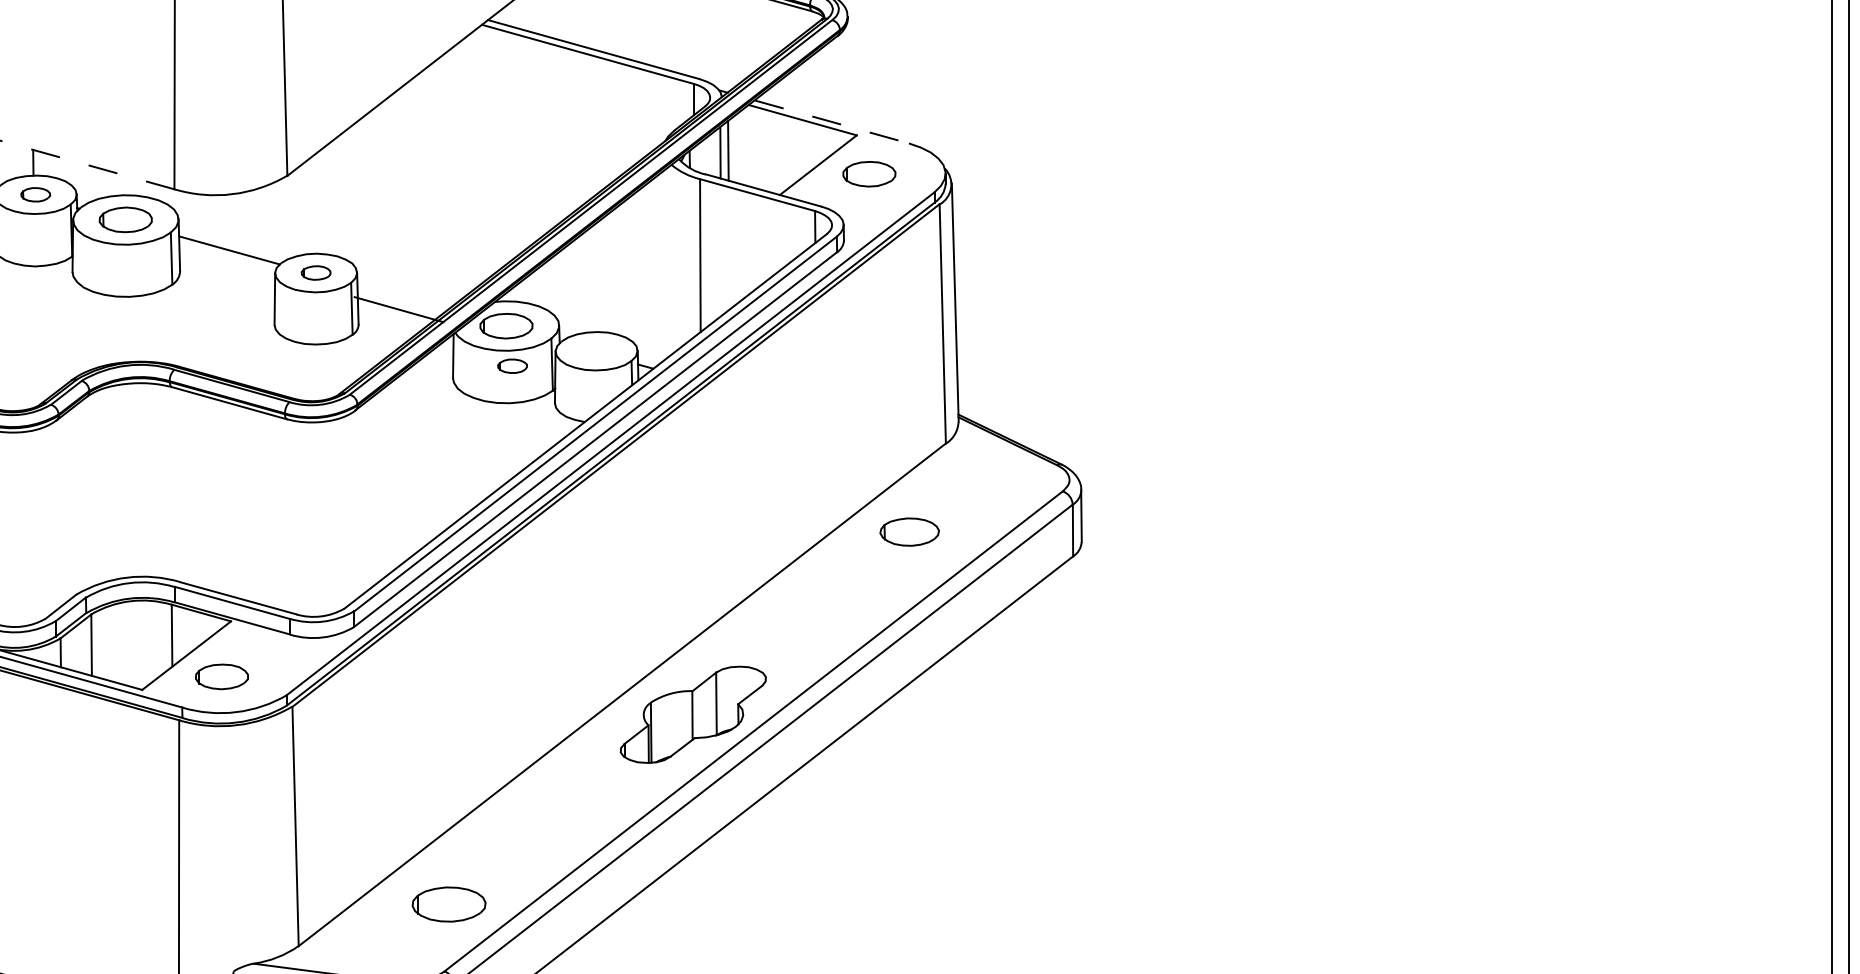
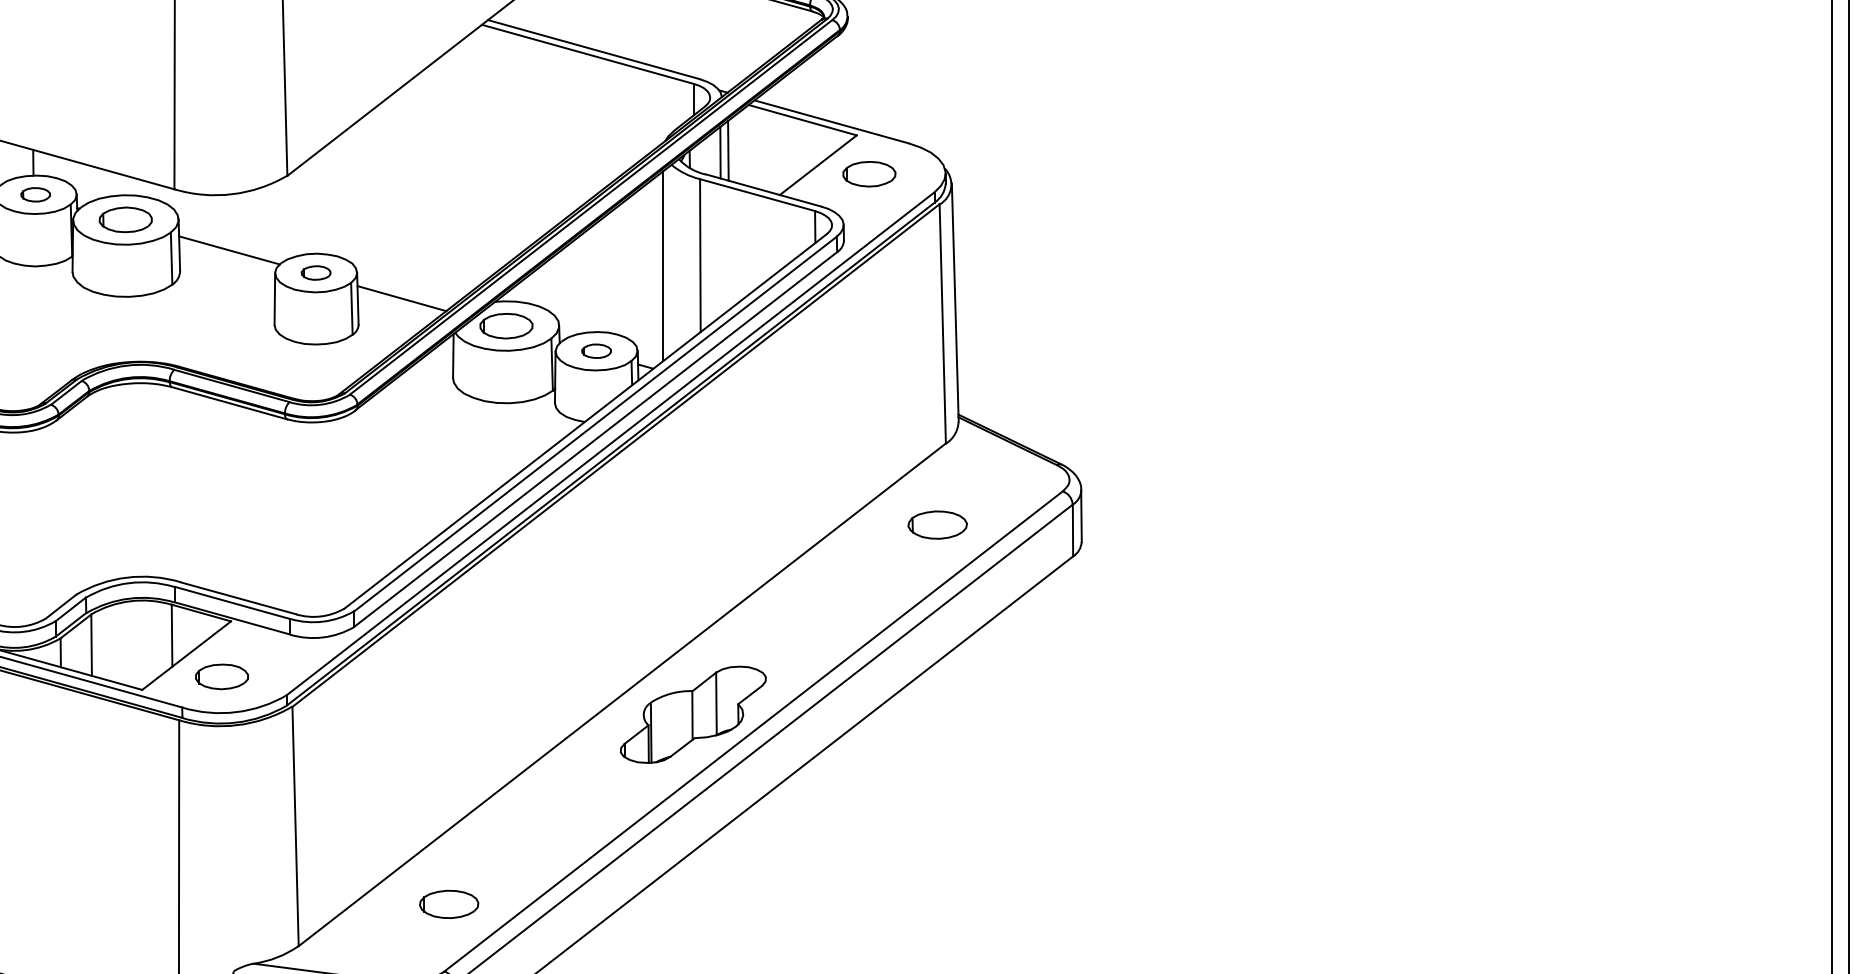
line at (831, 121): dashed -> solid
line at (87, 165): dashed -> solid
line at (663, 265): none -> present
line at (398, 309) position: (398, 309) -> (401, 298)
part at (512, 365) position: (512, 365) -> (596, 350)
part at (909, 531) position: (909, 531) -> (937, 524)
part at (448, 904) size: 76x37 px -> 61x30 px
